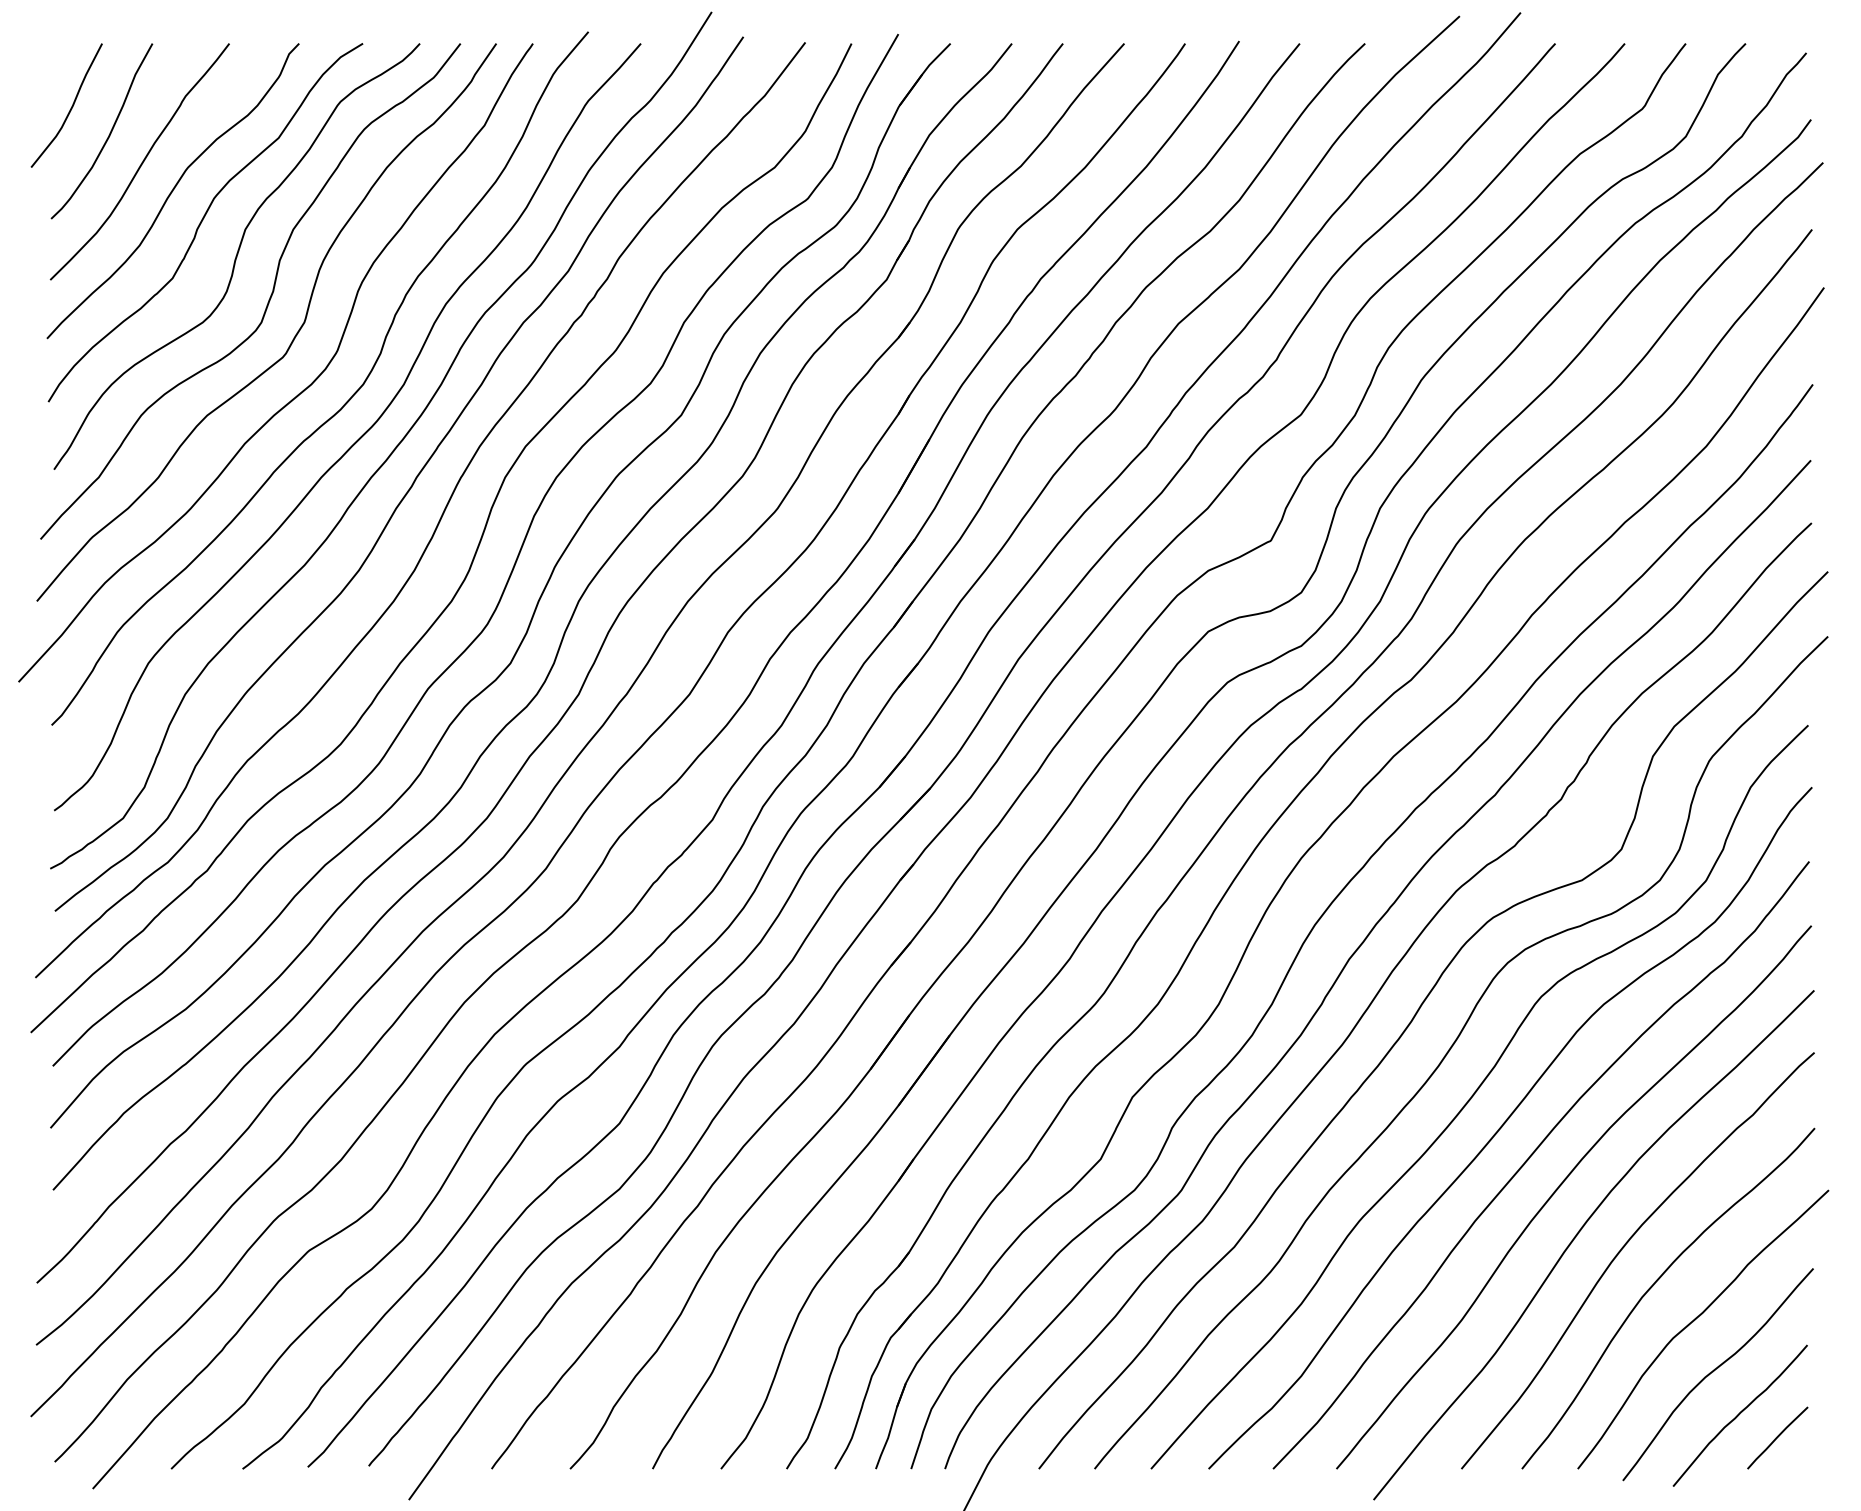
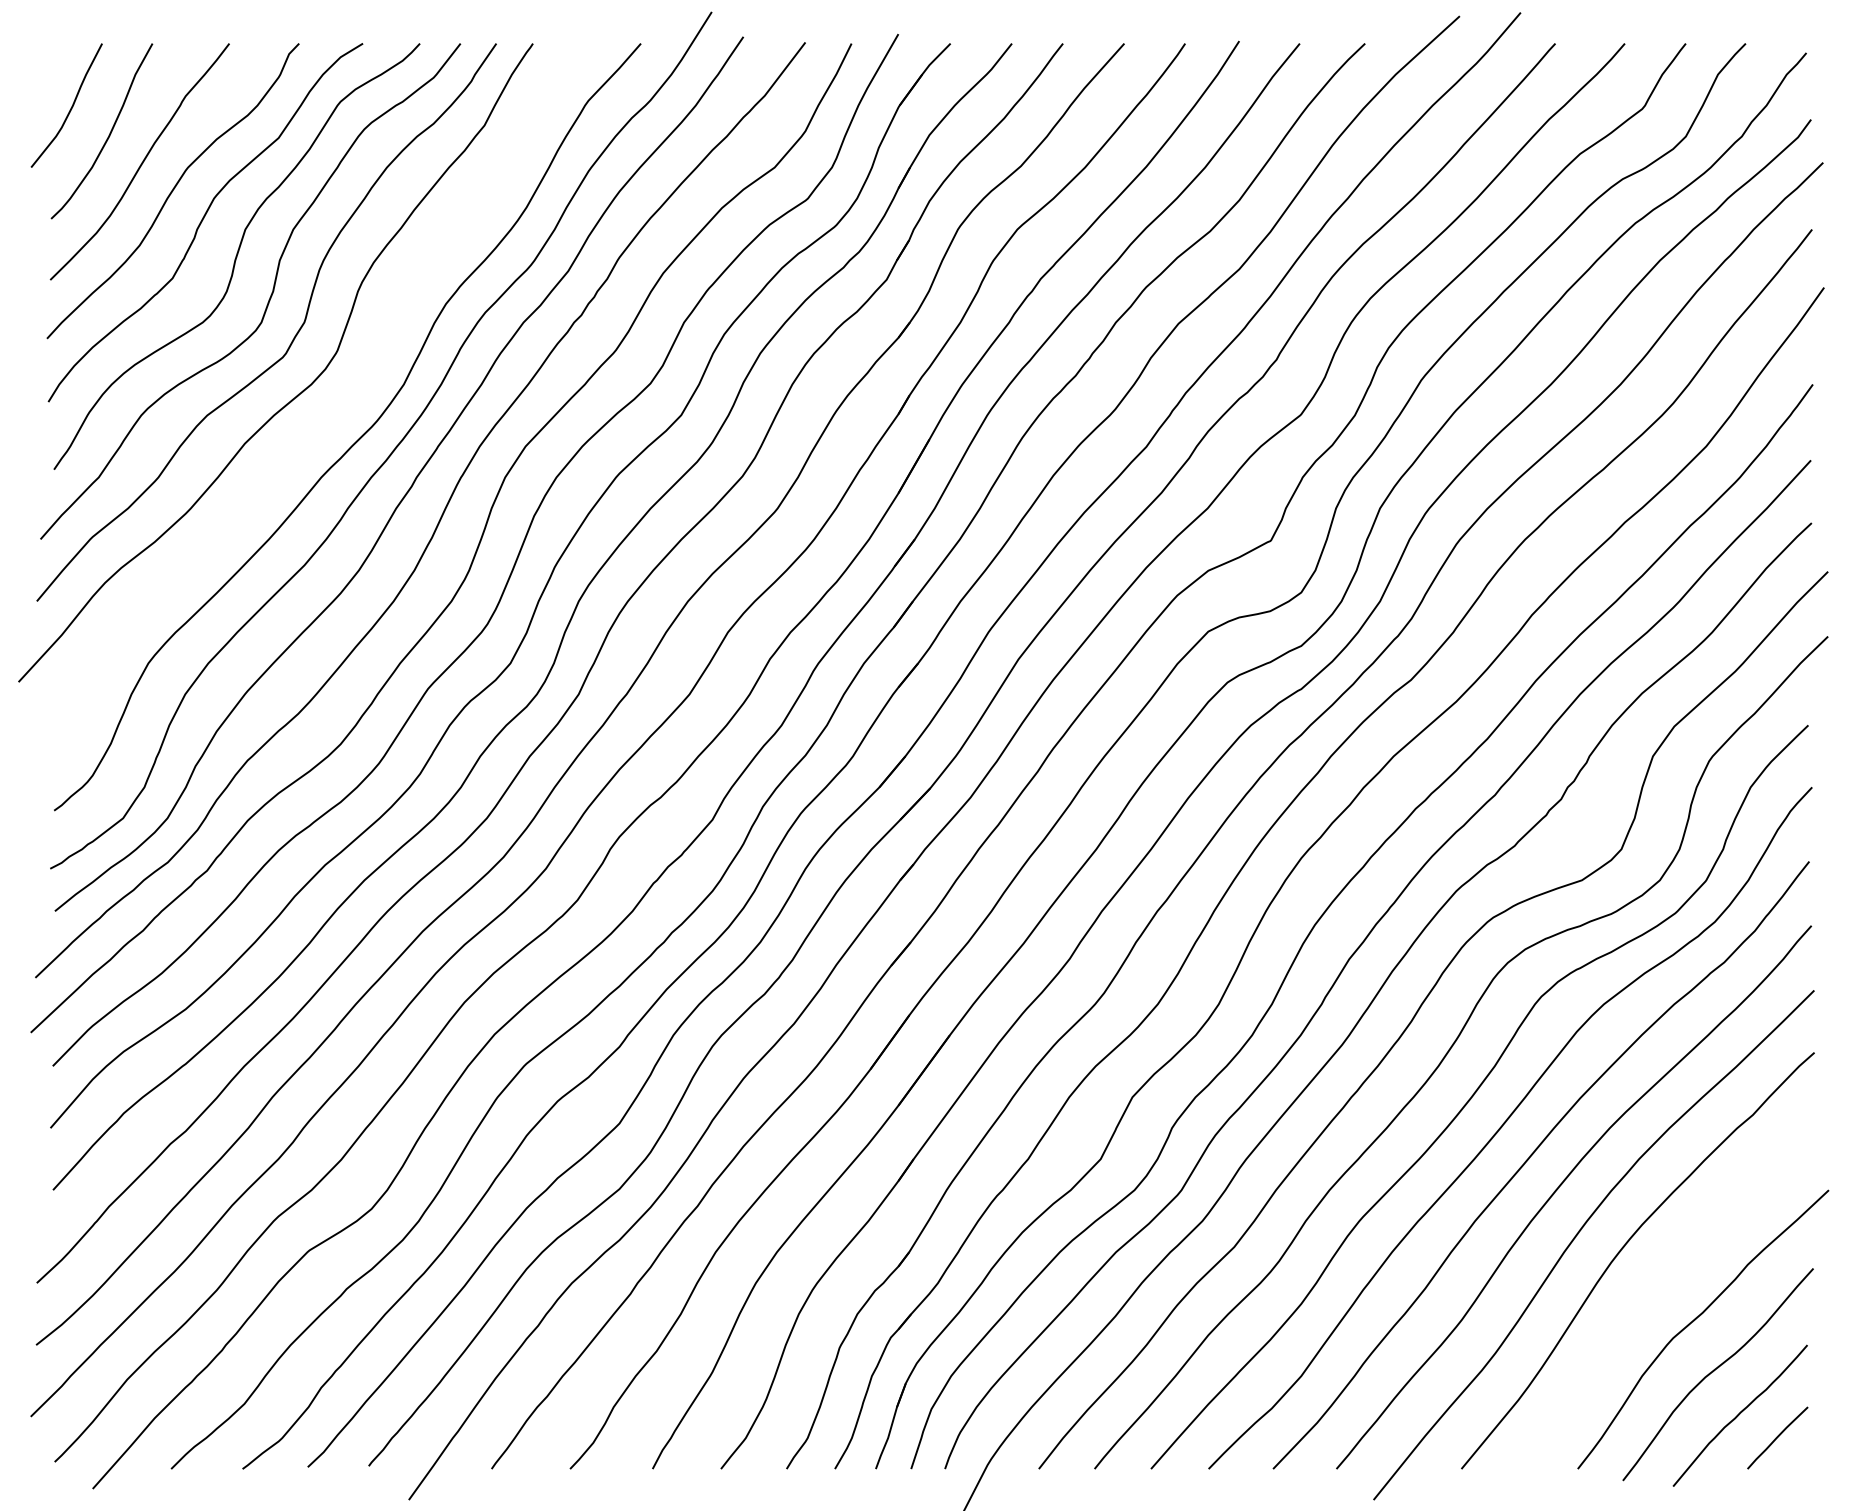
curve at (344, 403): present -> none
curve at (1653, 1286): present -> none
